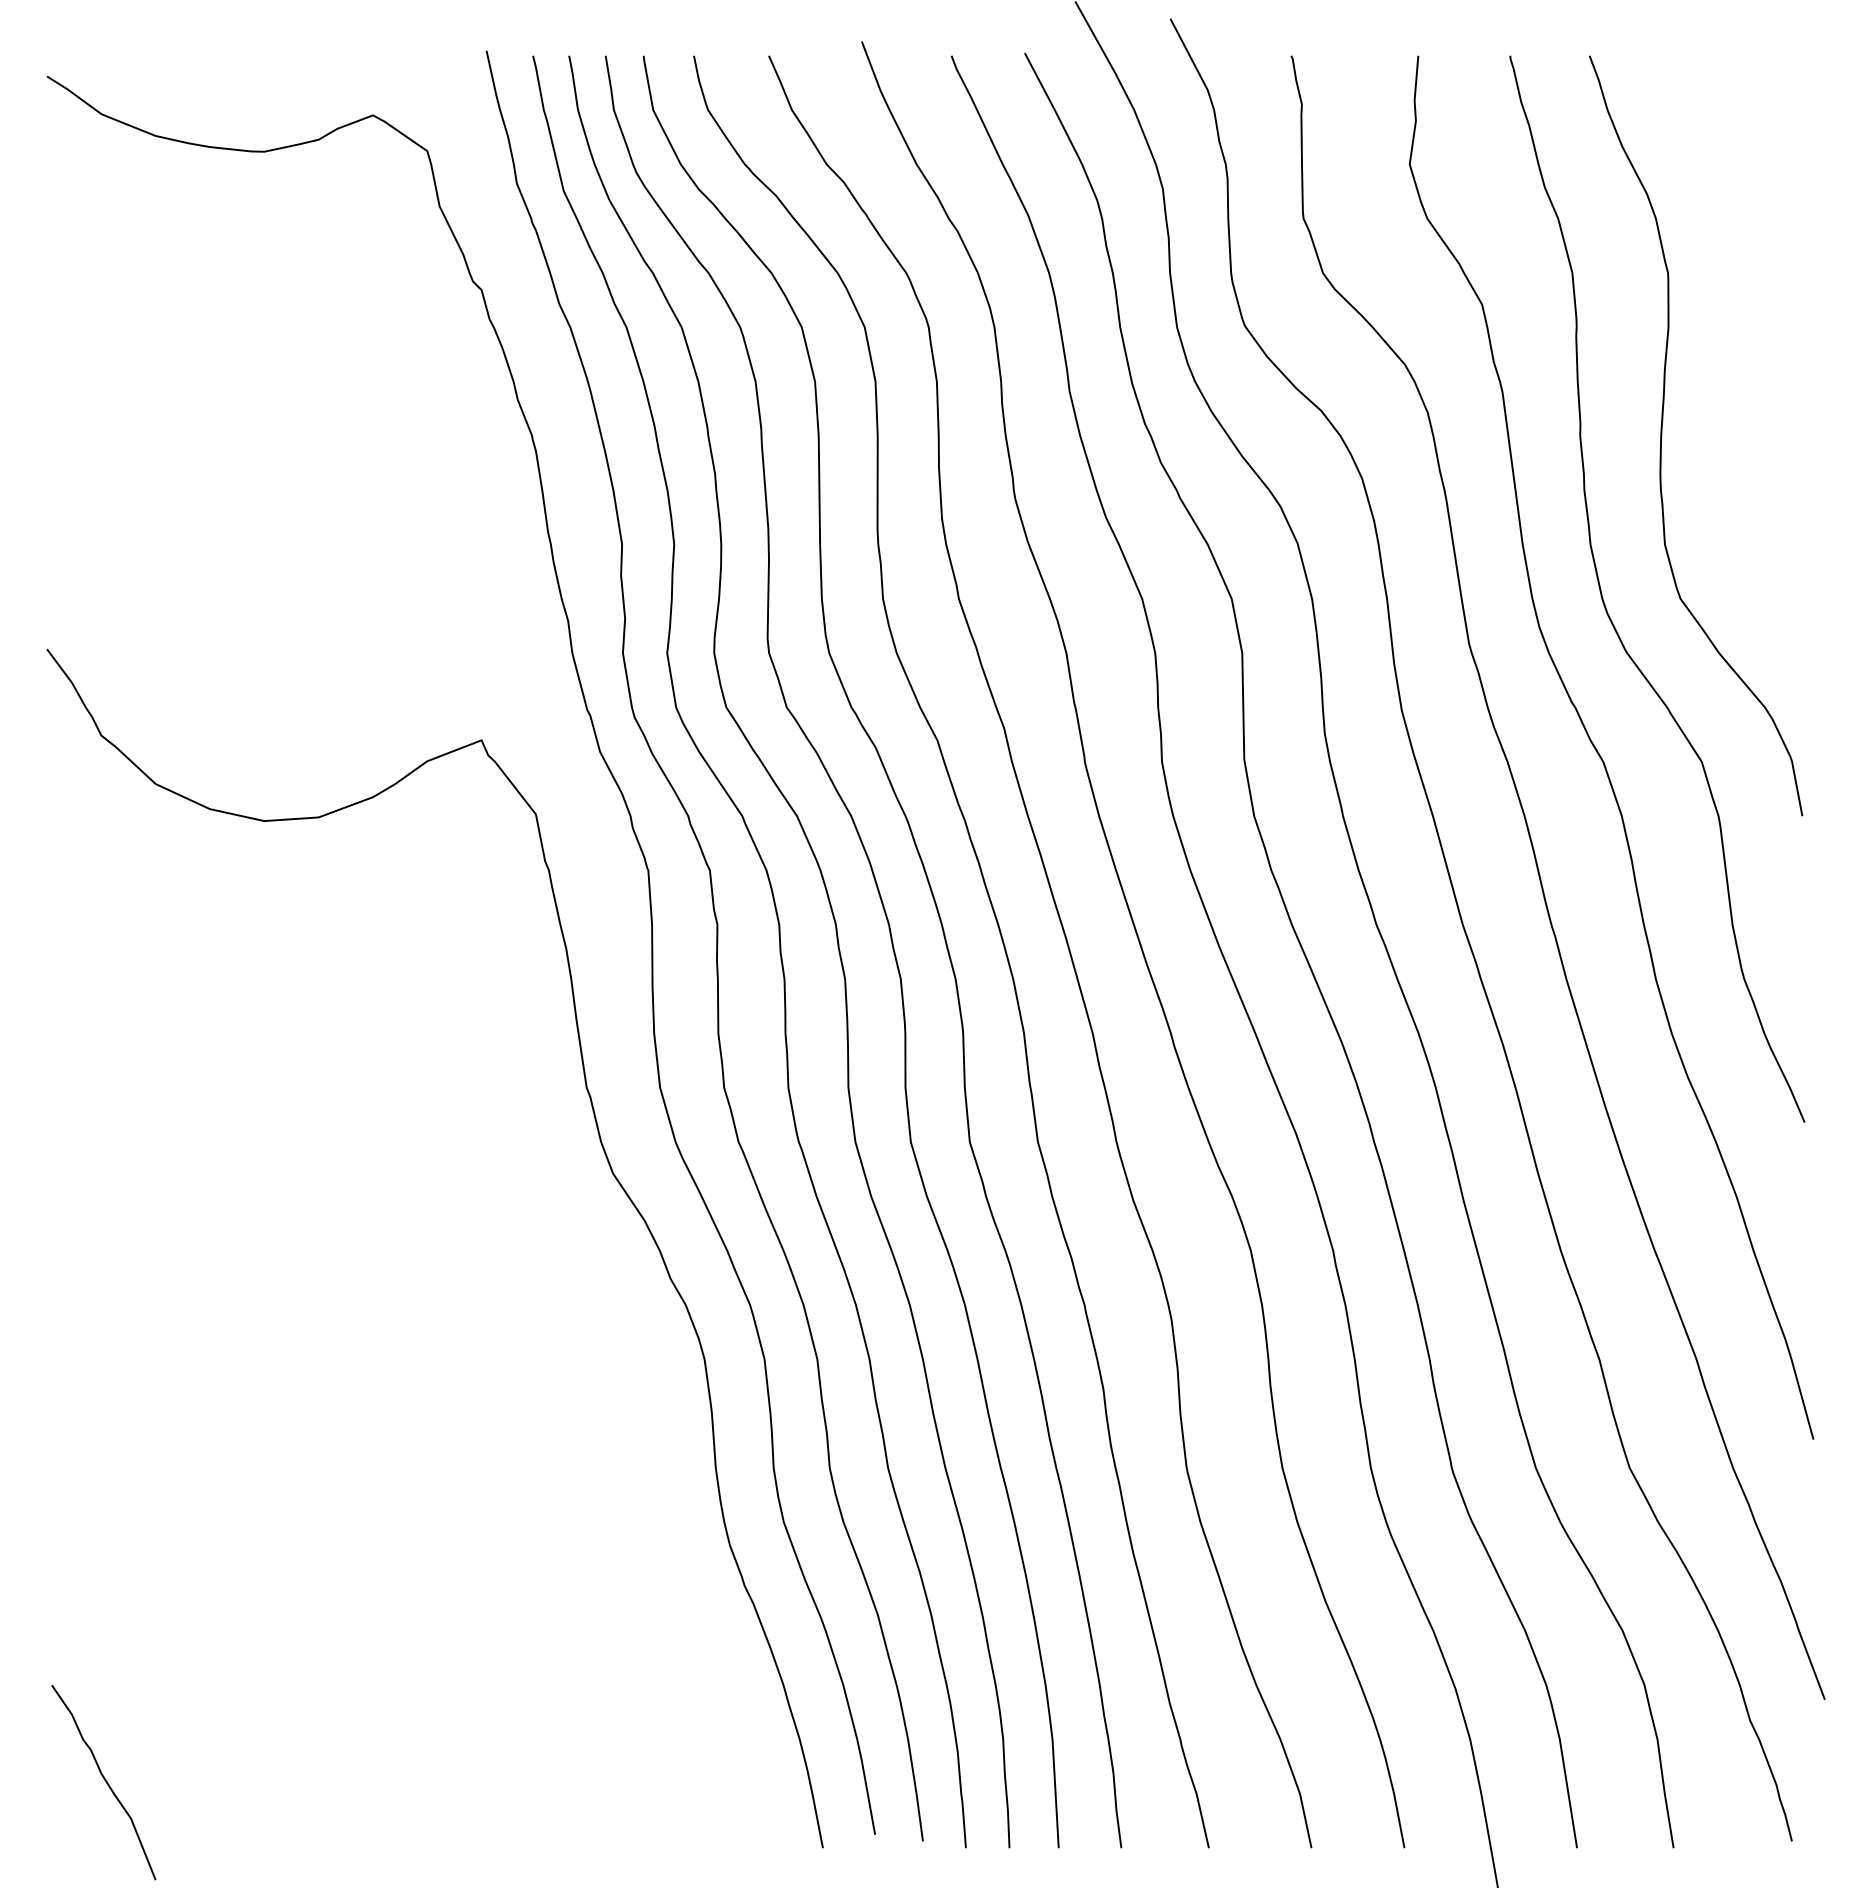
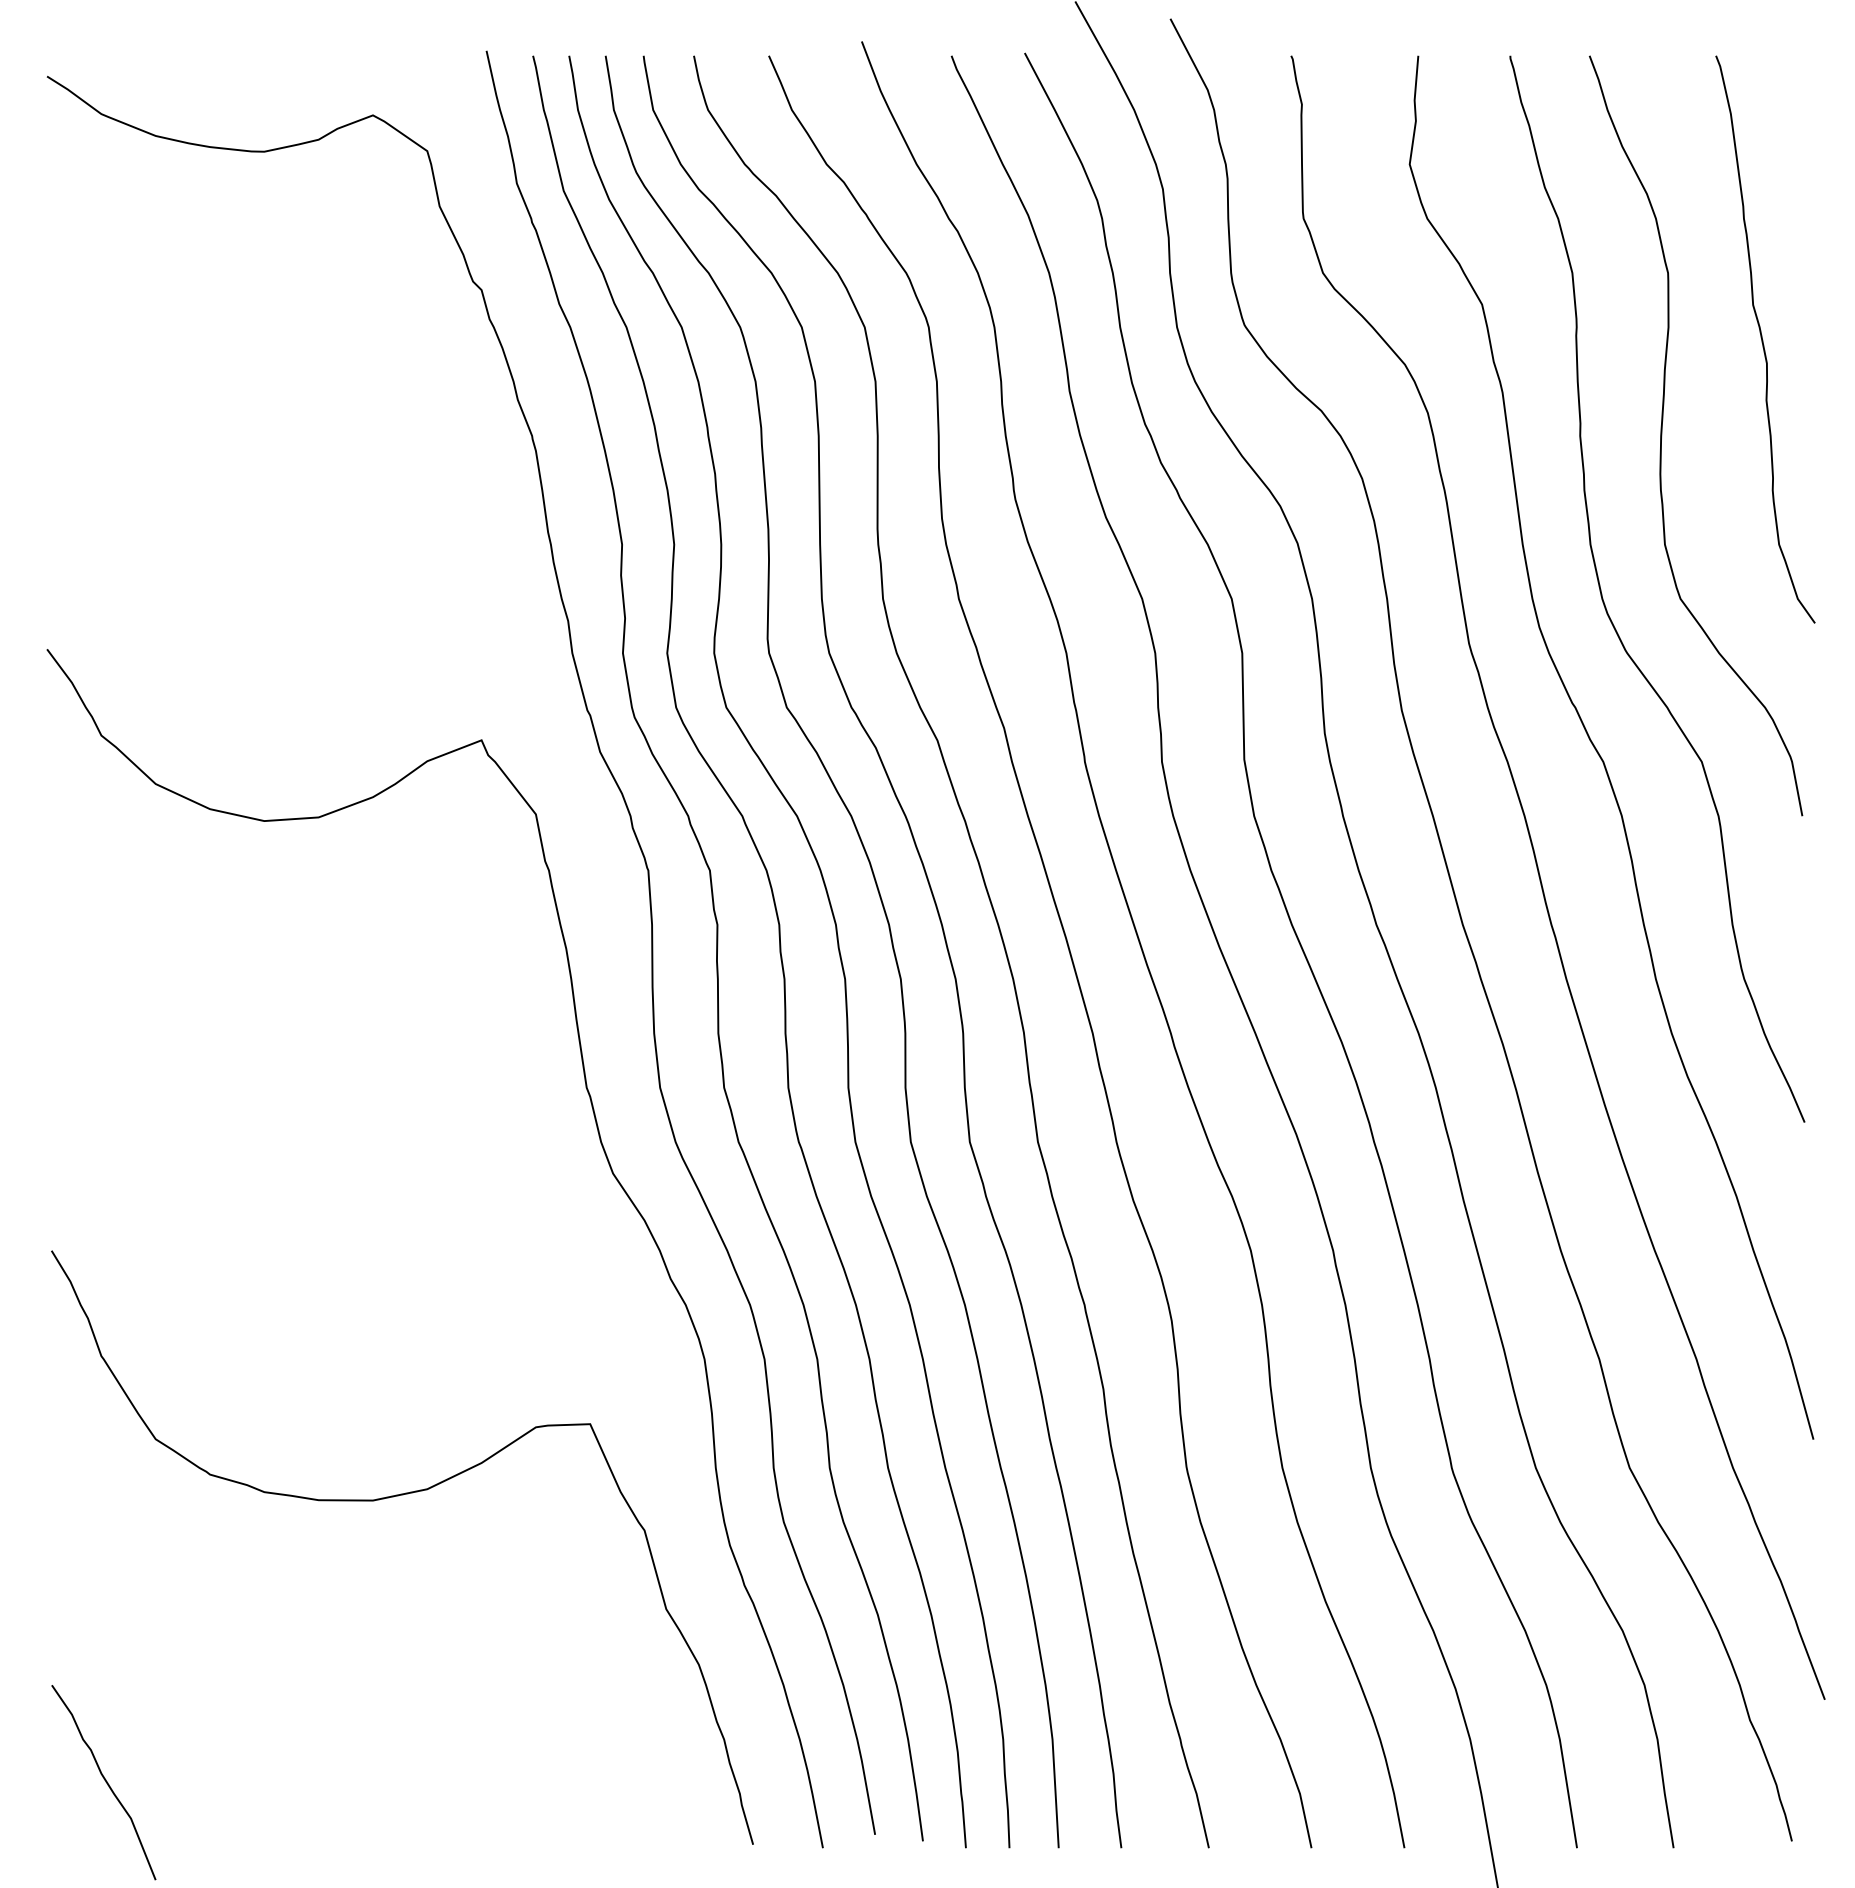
curve at (1763, 340): none -> present
curve at (393, 1497): none -> present
